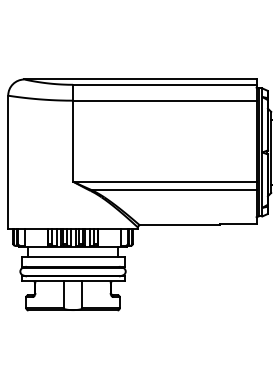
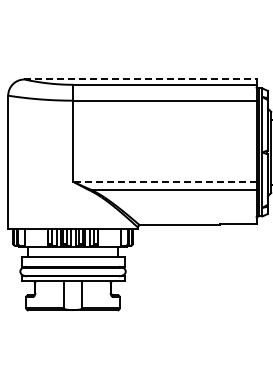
line at (141, 79): solid -> dashed
line at (164, 181): solid -> dashed
